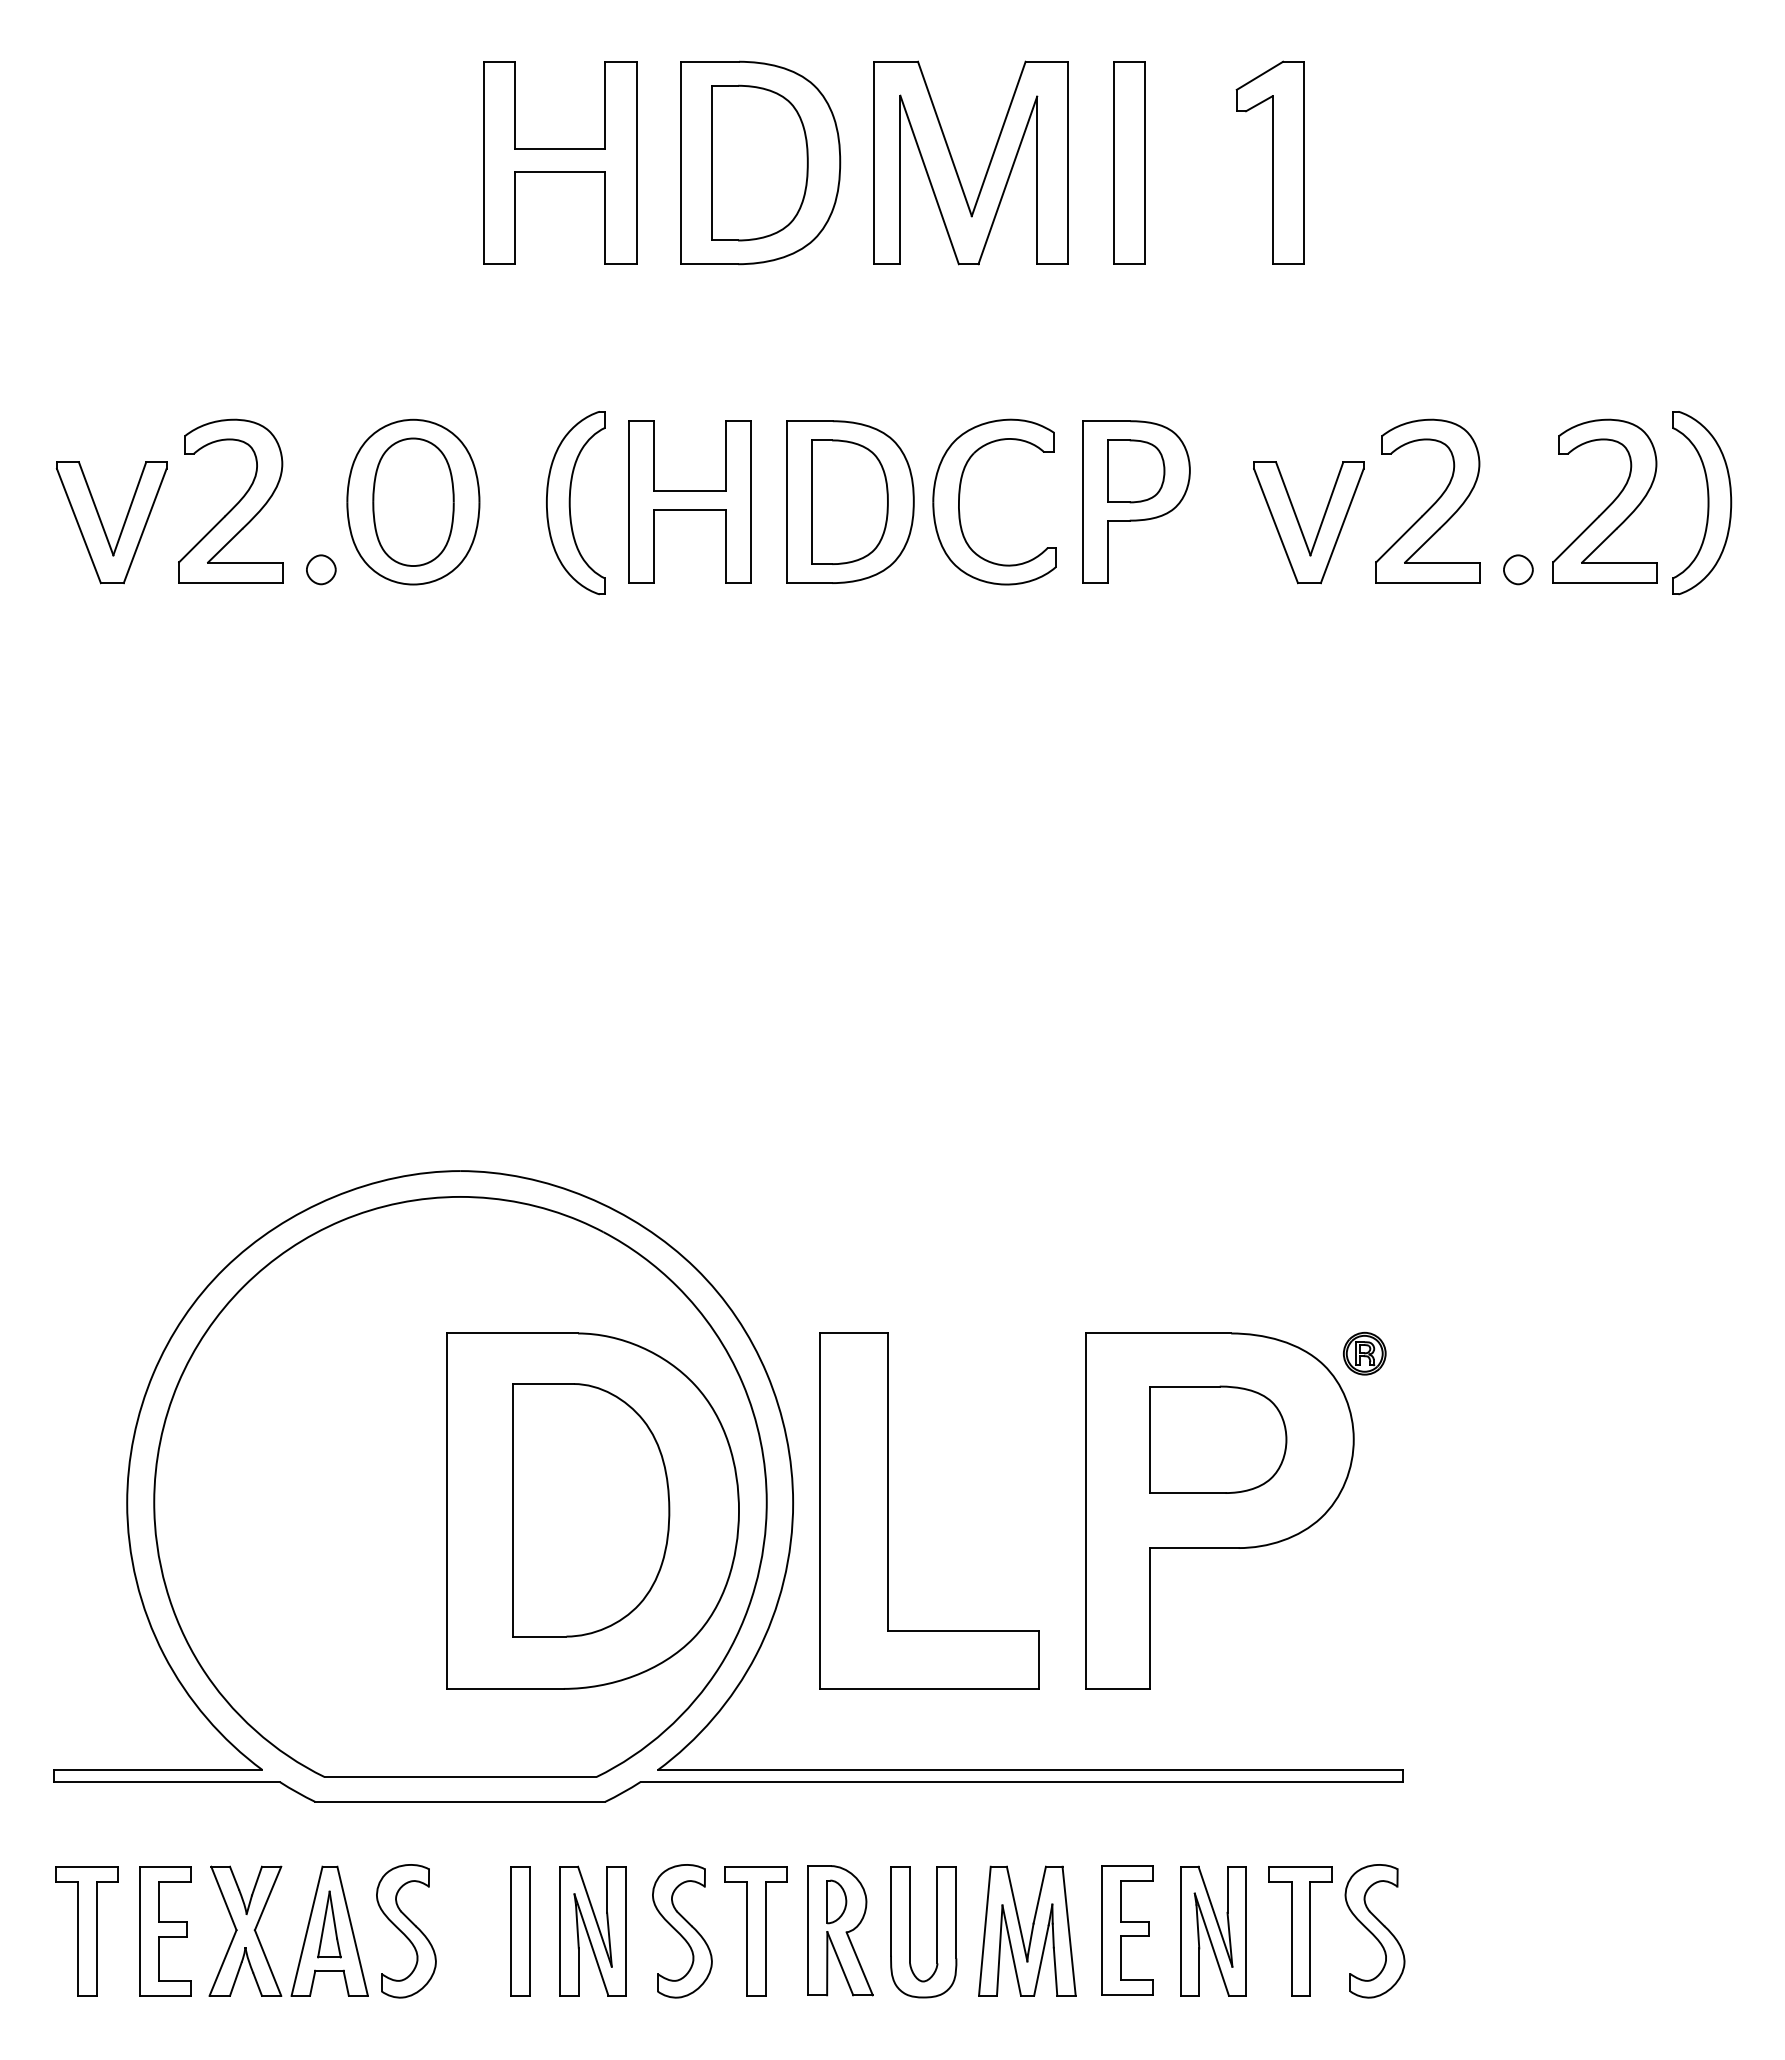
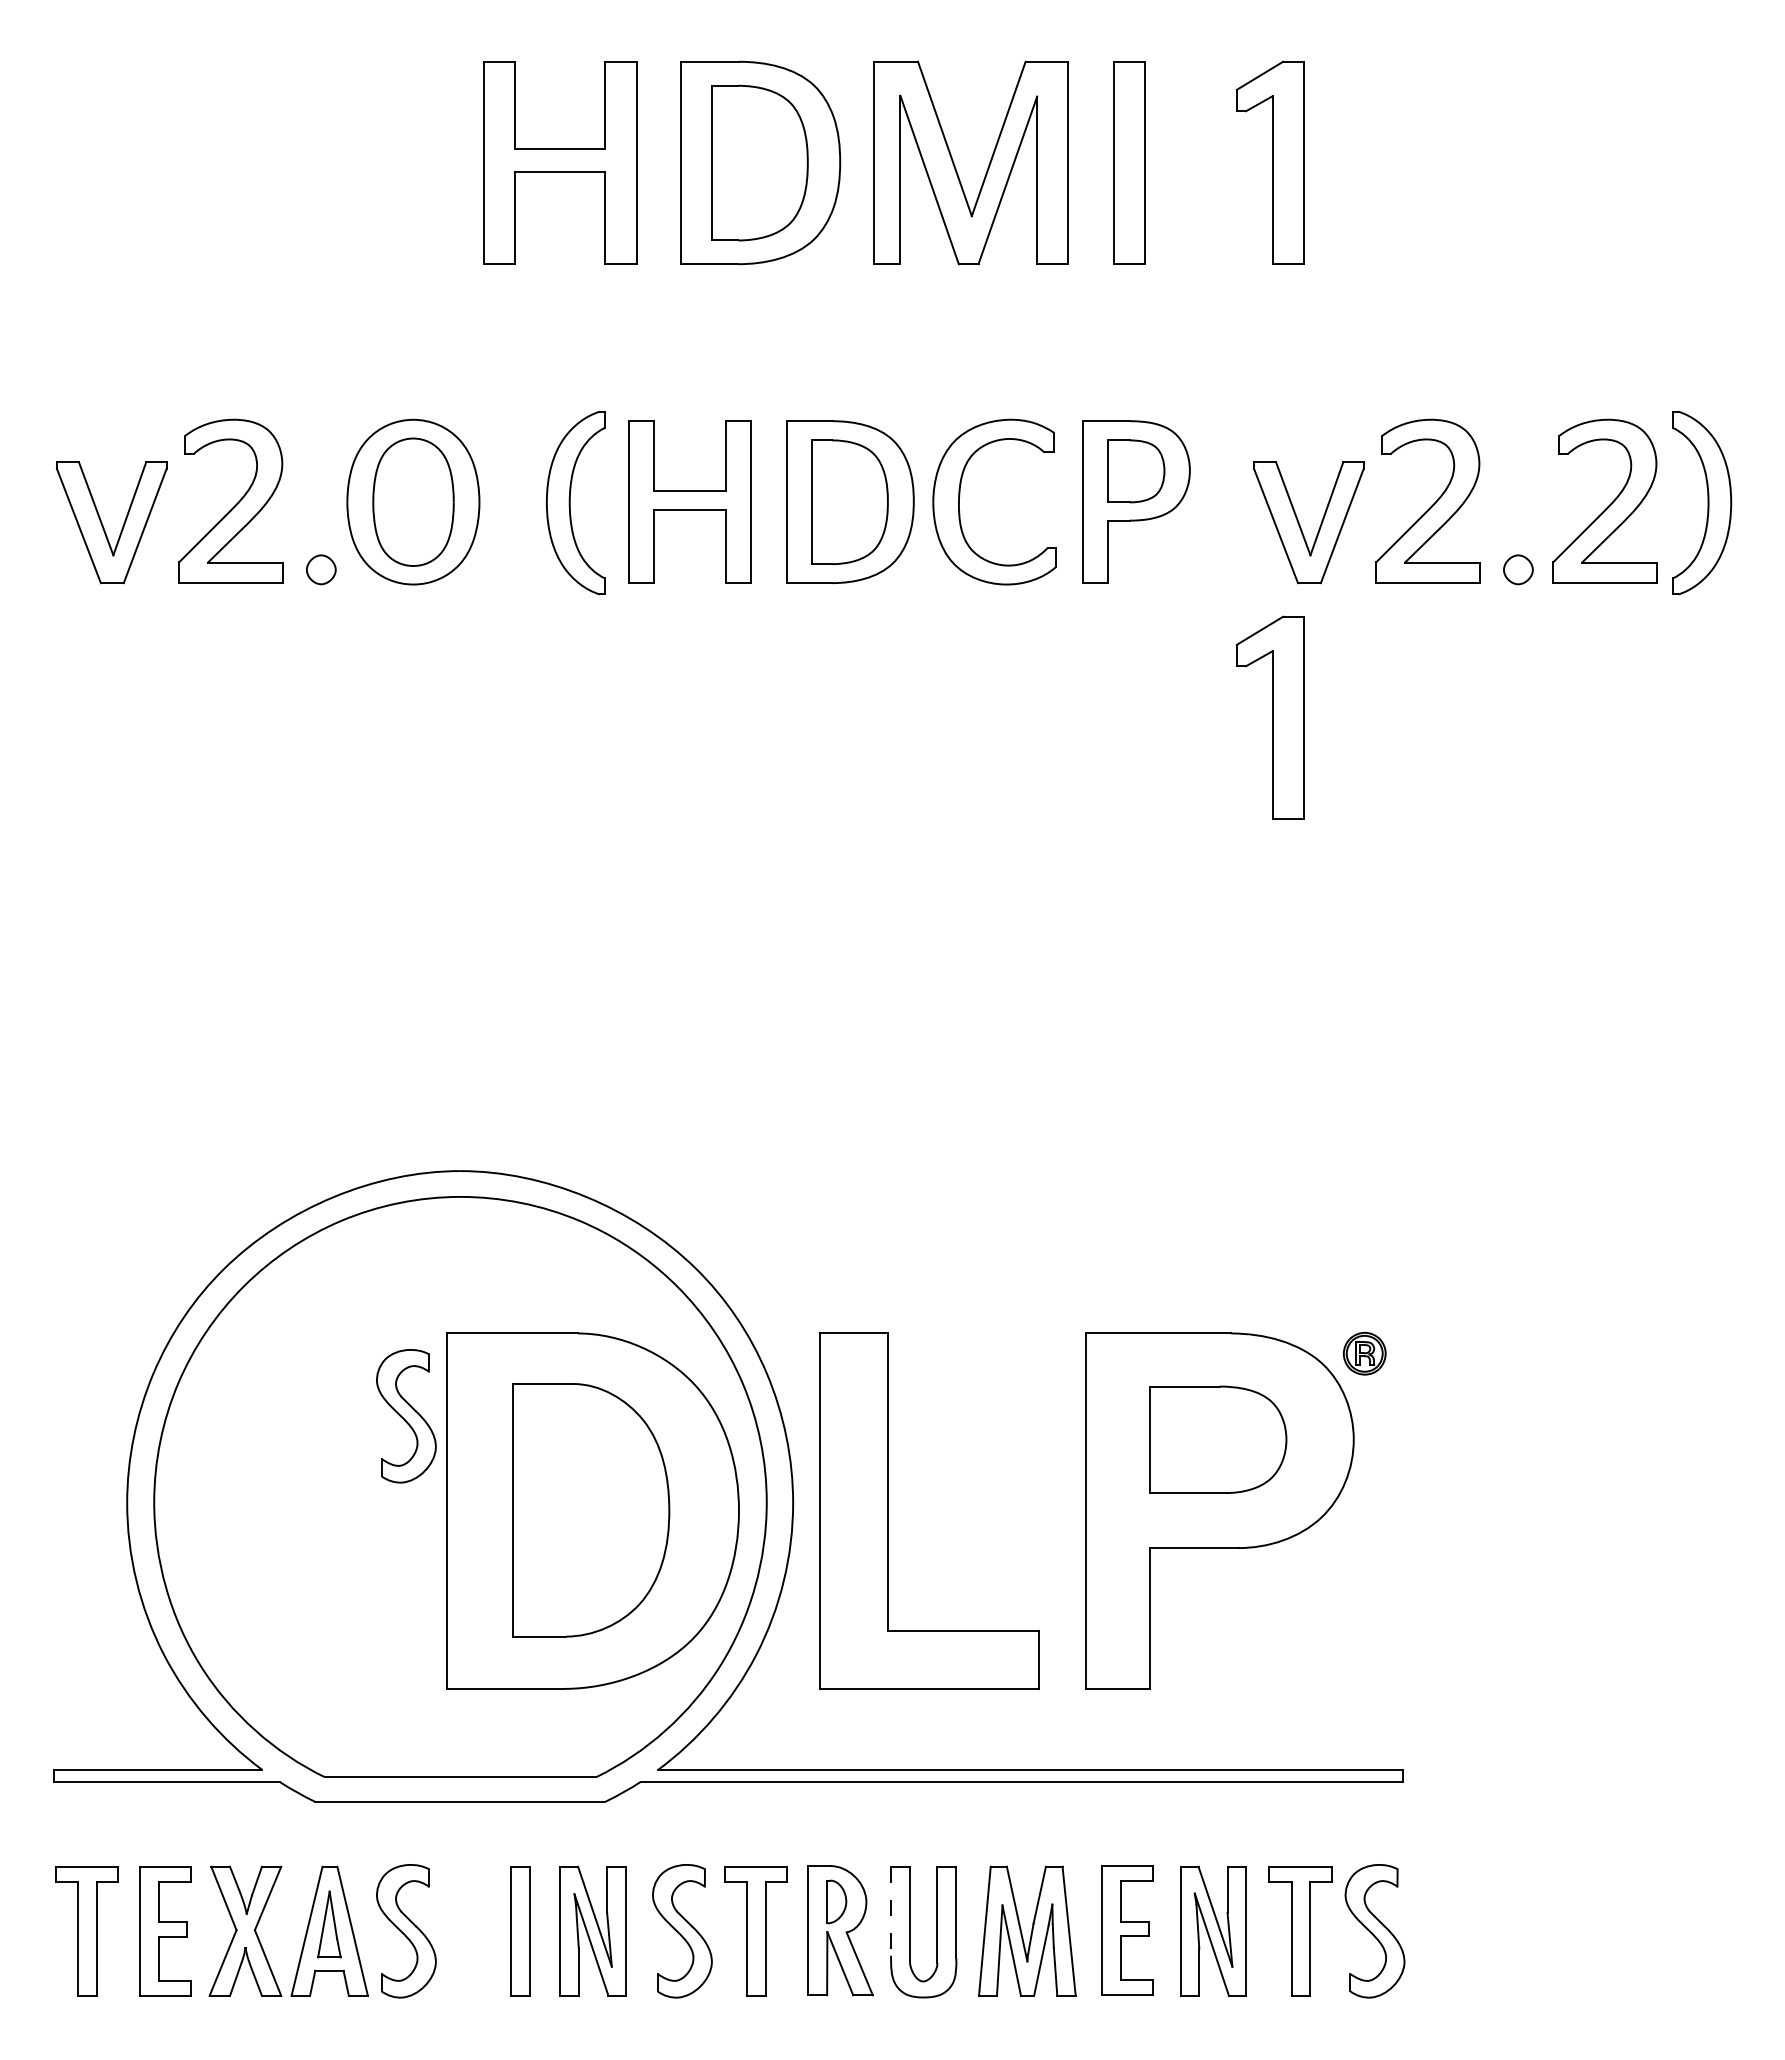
part at (1269, 717): none -> present
part at (406, 1416): none -> present
line at (891, 1911): solid -> dashed
